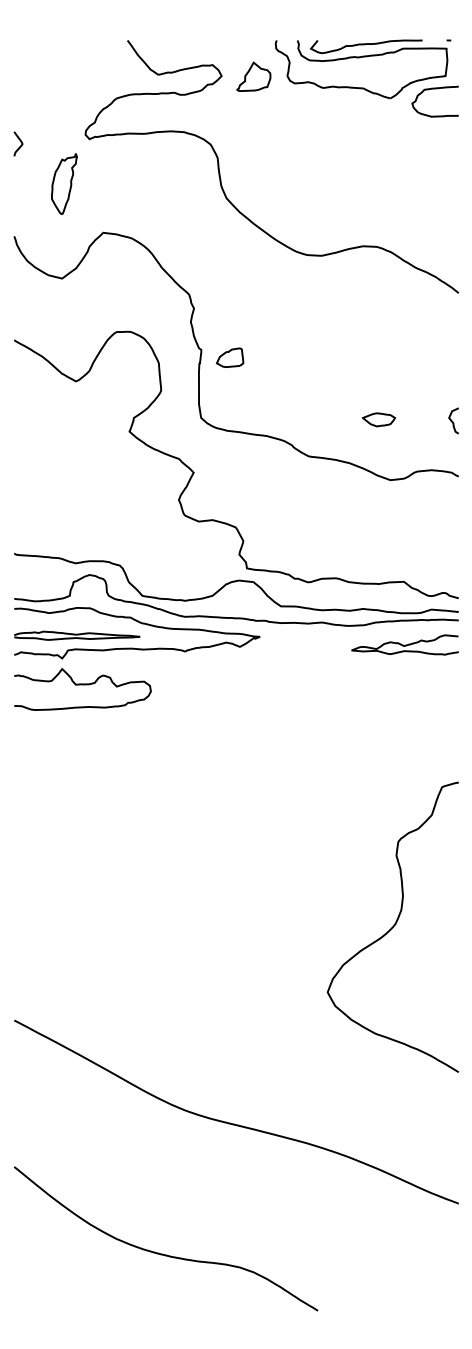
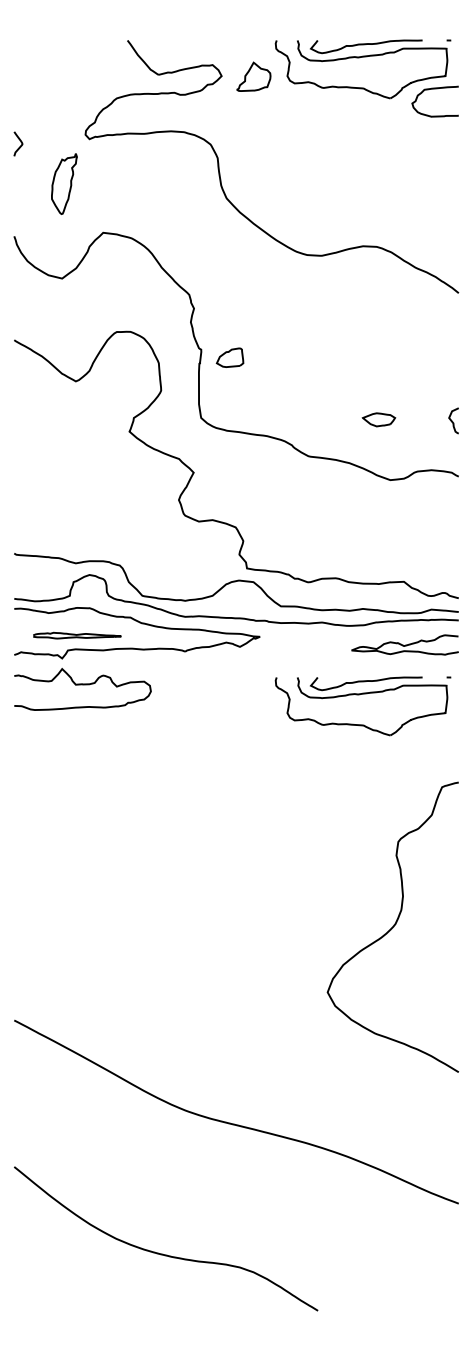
part at (77, 635) size: 127x11 px -> 89x9 px
part at (359, 695): none -> present
